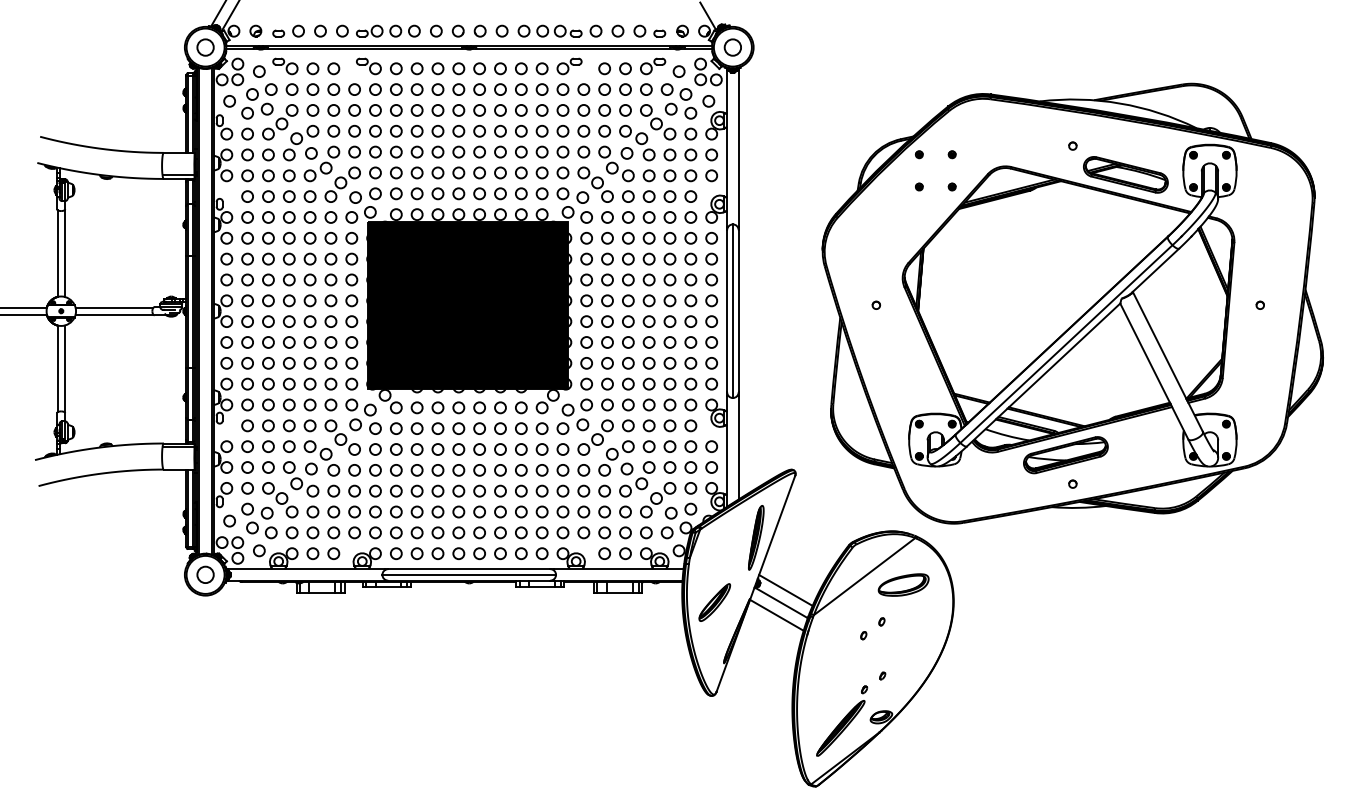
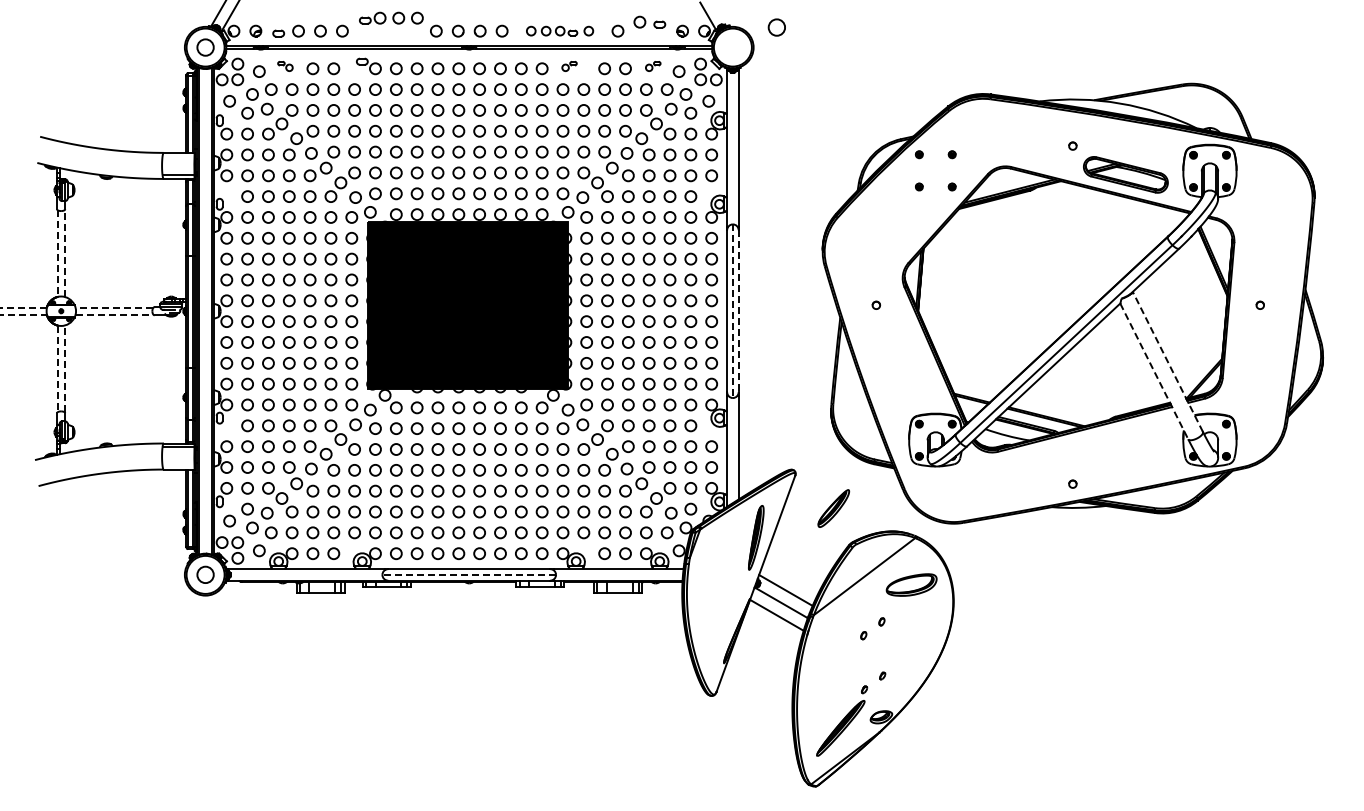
part at (388, 30) position: (388, 30) -> (391, 17)
part at (559, 30) size: 86x14 px -> 69x12 px
part at (649, 30) position: (649, 30) -> (649, 21)
circle at (732, 47) position: (732, 47) -> (776, 27)
part at (285, 66) size: 27x19 px -> 17x11 px
part at (569, 66) size: 27x19 px -> 17x11 px
part at (653, 66) size: 27x19 px -> 17x11 px
line at (64, 253): solid -> dashed
line at (57, 254): solid -> dashed
line at (23, 307): solid -> dashed
line at (114, 307): solid -> dashed
line at (732, 311): solid -> dashed
line at (738, 311): solid -> dashed
line at (24, 314): solid -> dashed
line at (114, 314): solid -> dashed
line at (1167, 361): solid -> dashed
line at (64, 368): solid -> dashed
line at (57, 369): solid -> dashed
line at (1154, 371): solid -> dashed
part at (1065, 455): present -> none
line at (469, 574): solid -> dashed
part at (903, 584) position: (903, 584) -> (911, 584)
part at (714, 602) position: (714, 602) -> (833, 508)
